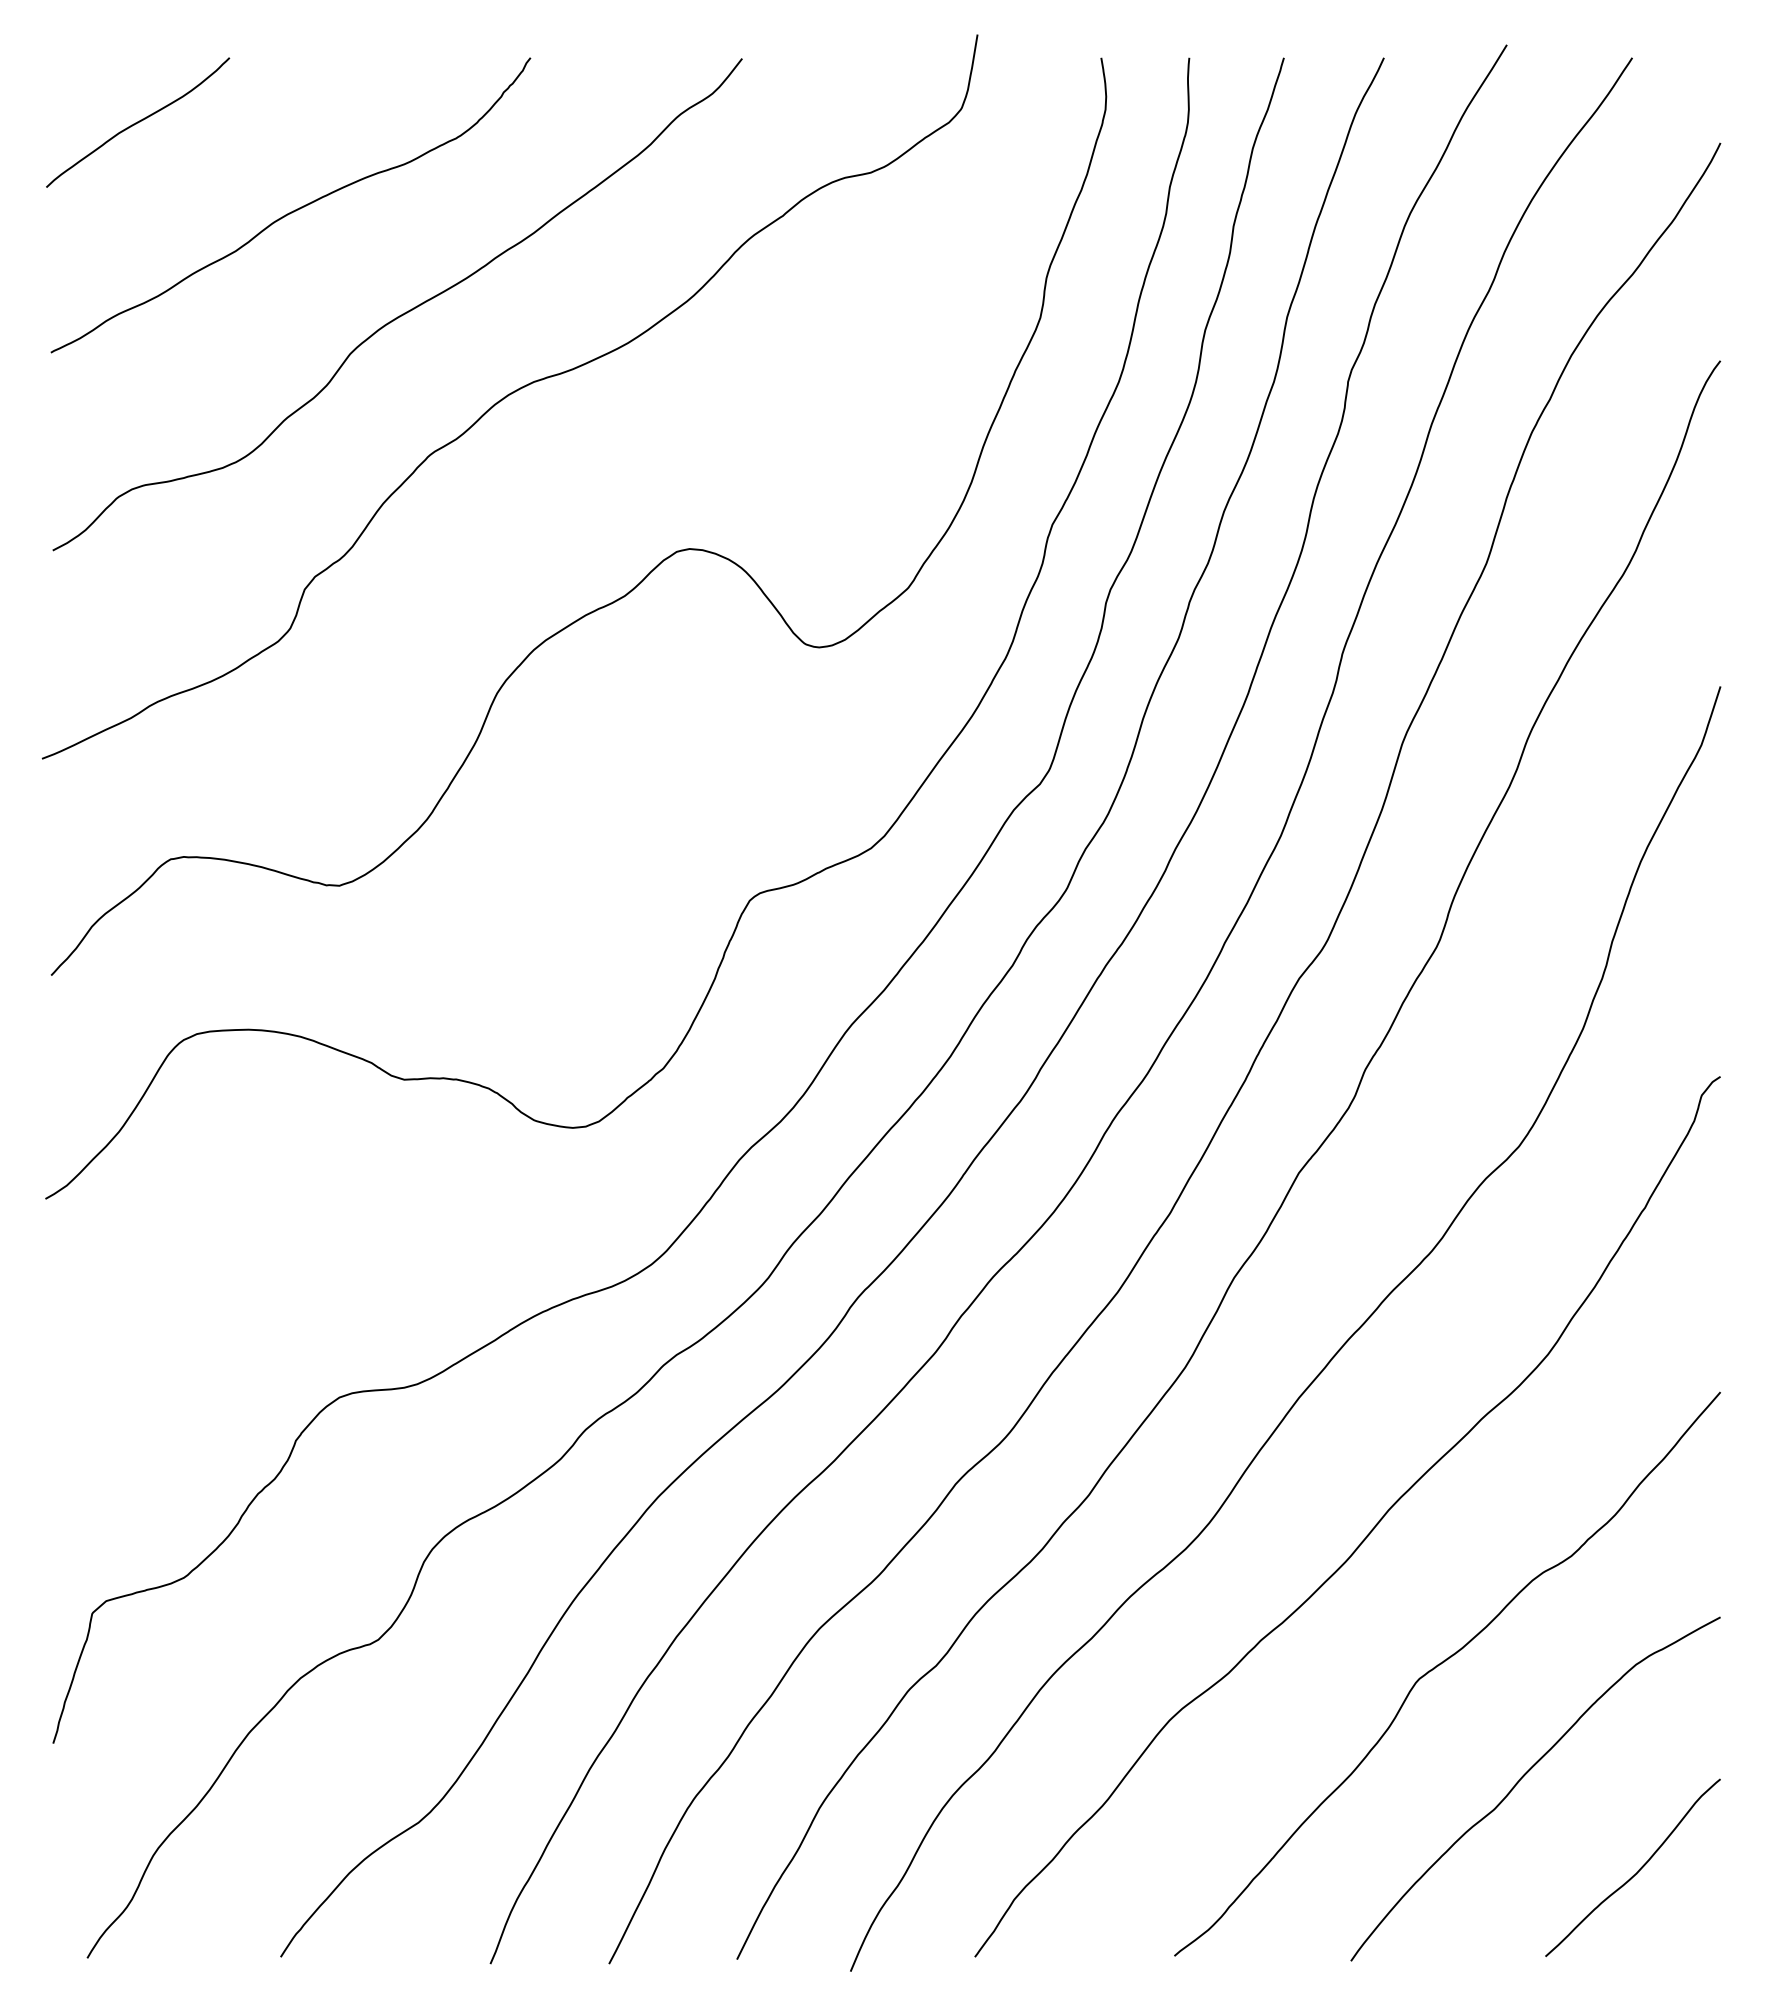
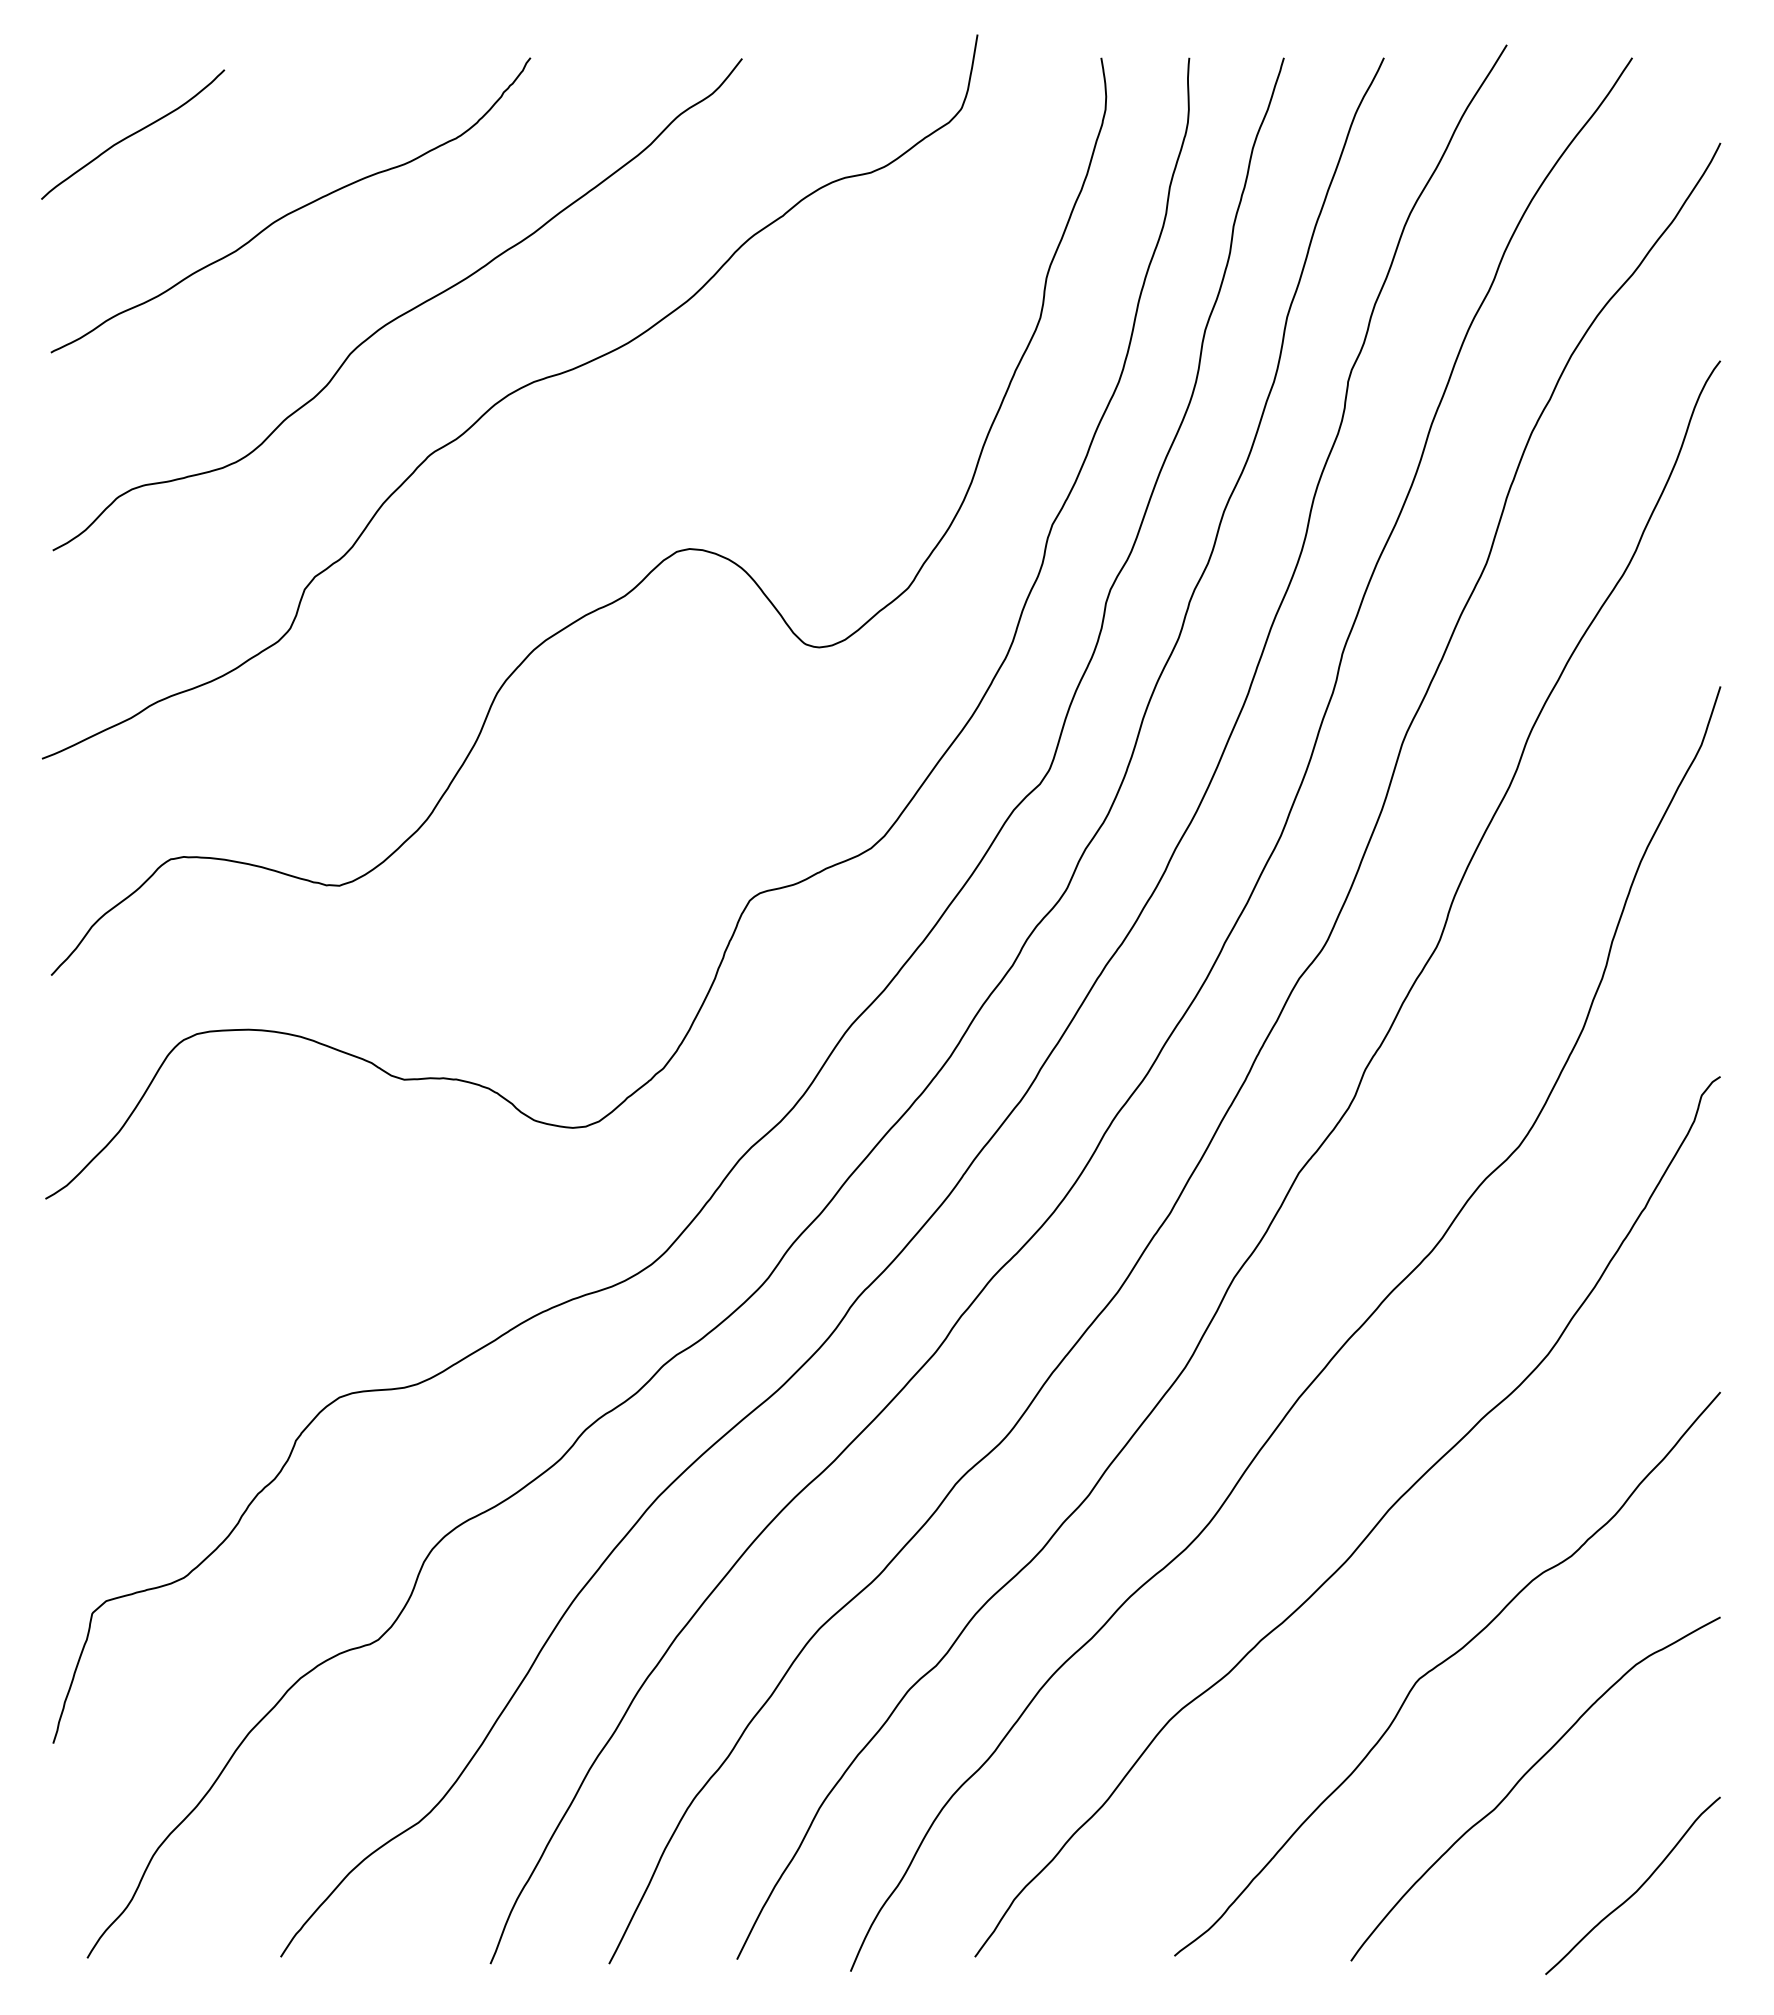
curve at (138, 122) position: (138, 122) -> (133, 134)
curve at (1637, 1871) position: (1637, 1871) -> (1637, 1889)
